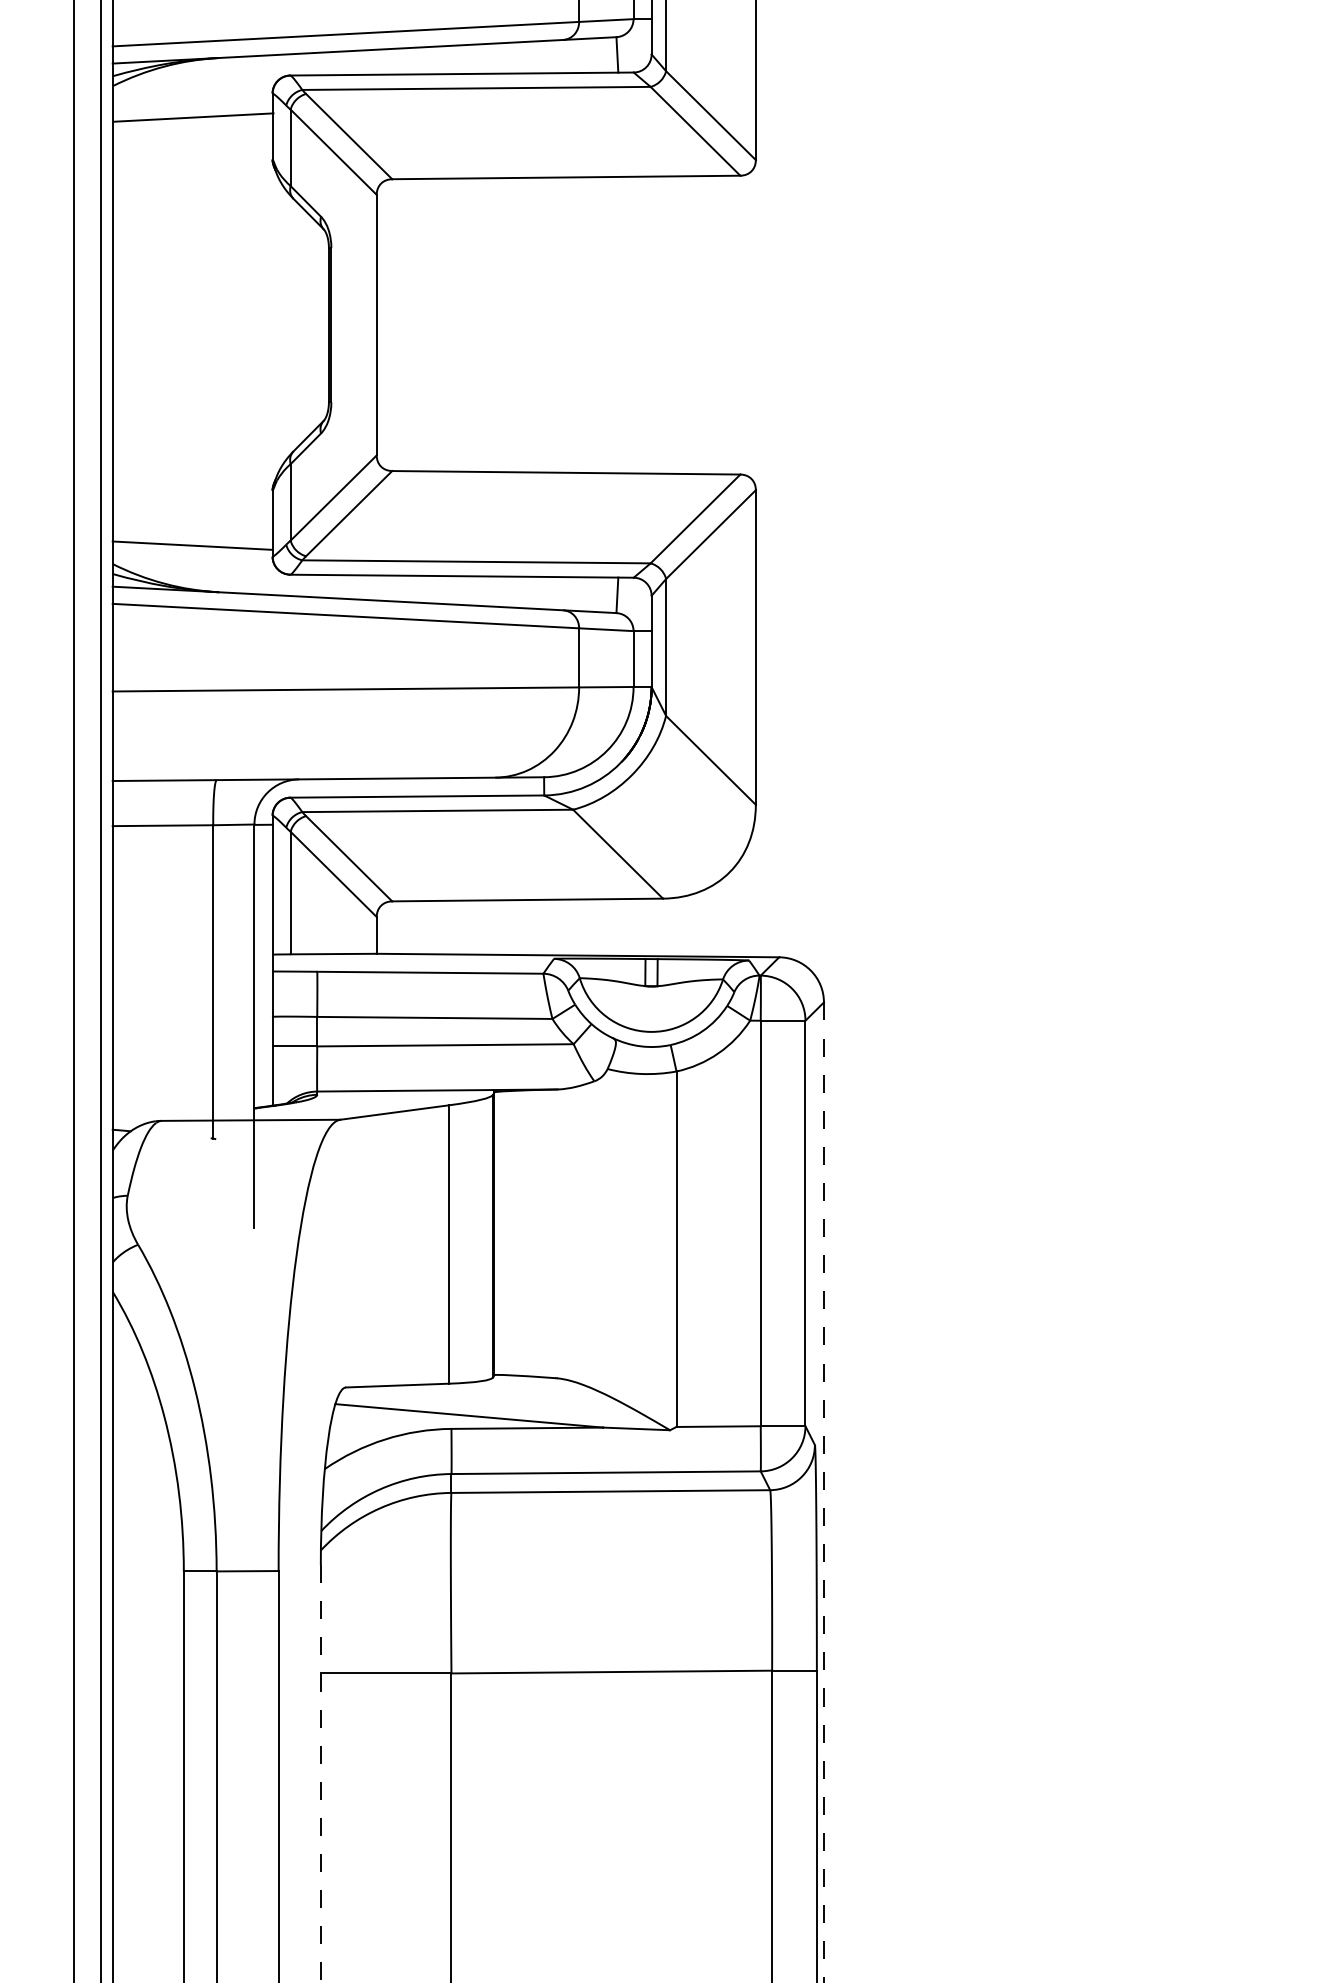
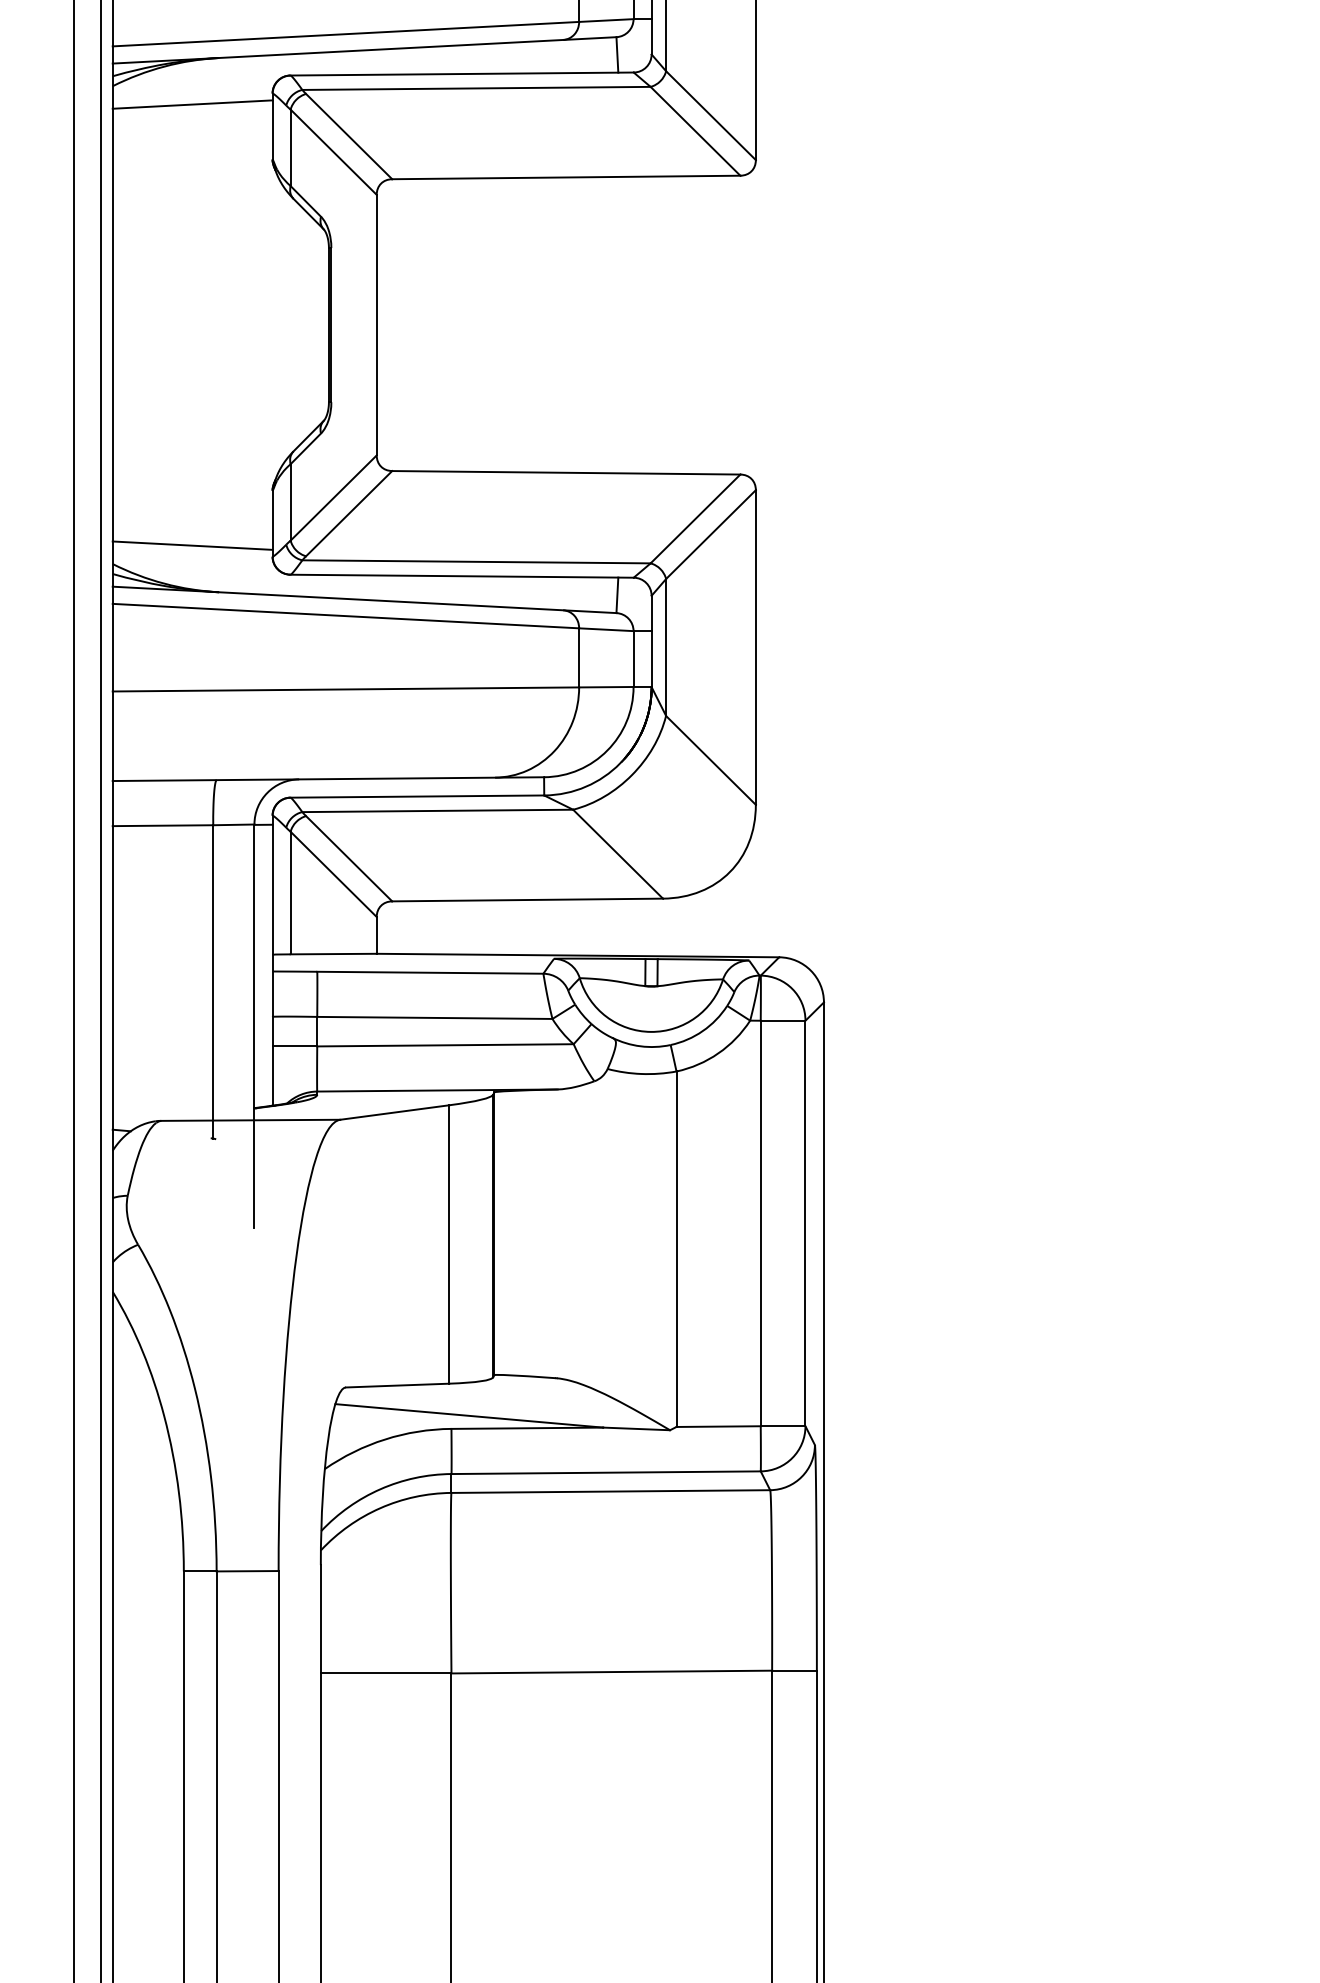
line at (193, 117) position: (193, 117) -> (192, 104)
line at (823, 1492): dashed -> solid
line at (320, 1774): dashed -> solid
